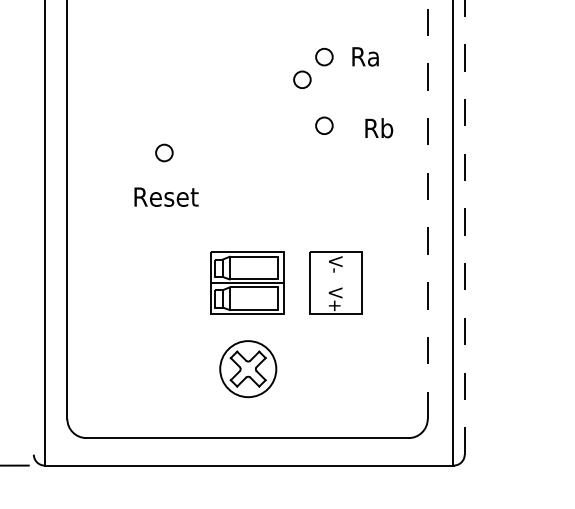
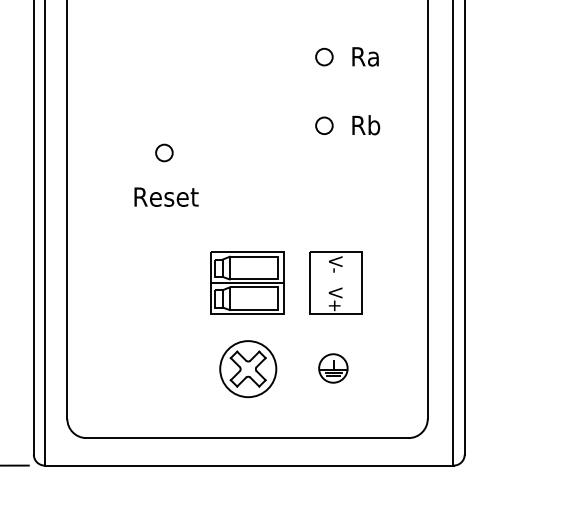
circle at (302, 79): present -> none
text at (379, 128) position: (379, 128) -> (366, 125)
line at (427, 209): dashed -> solid
line at (464, 227): dashed -> solid
line at (33, 228): none -> present
part at (333, 368): none -> present
